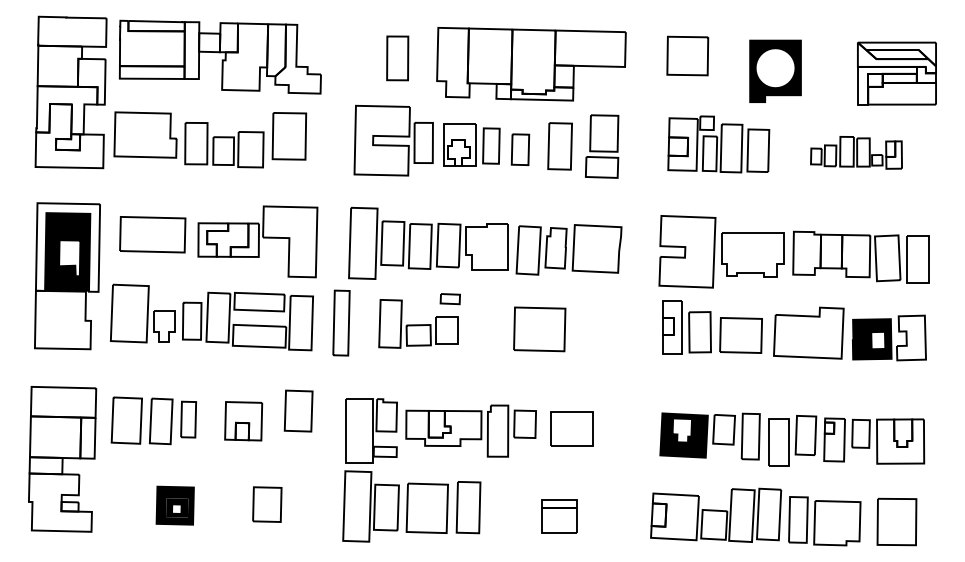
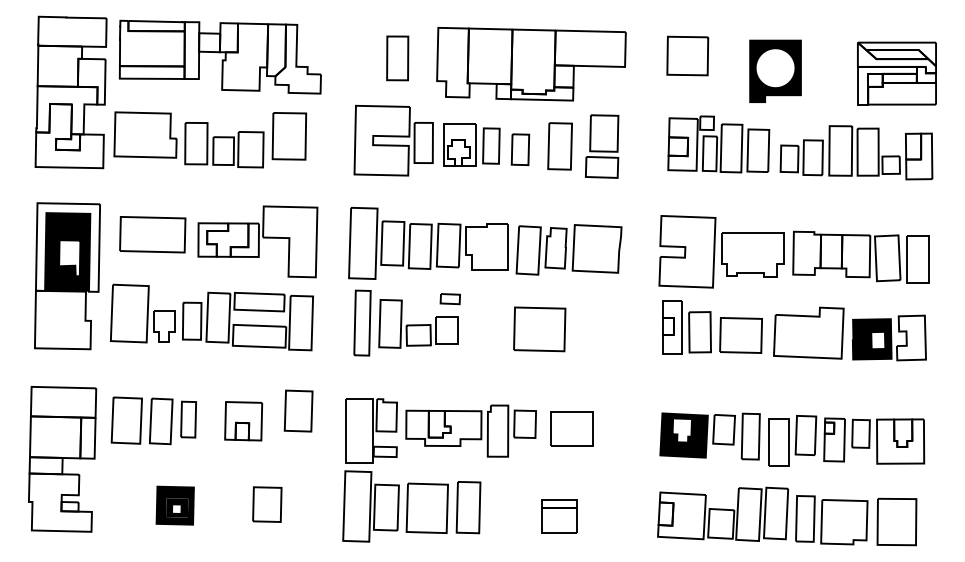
part at (856, 152) size: 93x34 px -> 155x56 px
part at (341, 322) position: (341, 322) -> (362, 322)
part at (755, 516) position: (755, 516) -> (762, 515)
